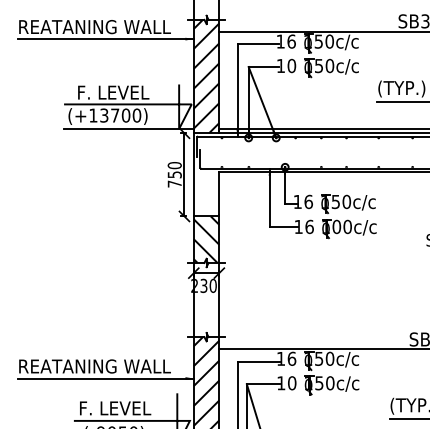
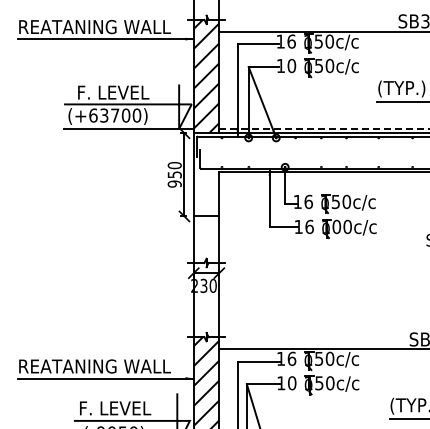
text at (93, 115): (+13700) -> (+63700)
line at (323, 128): solid -> dashed
text at (174, 183): 750 -> 950
hatch at (206, 239): present -> none
